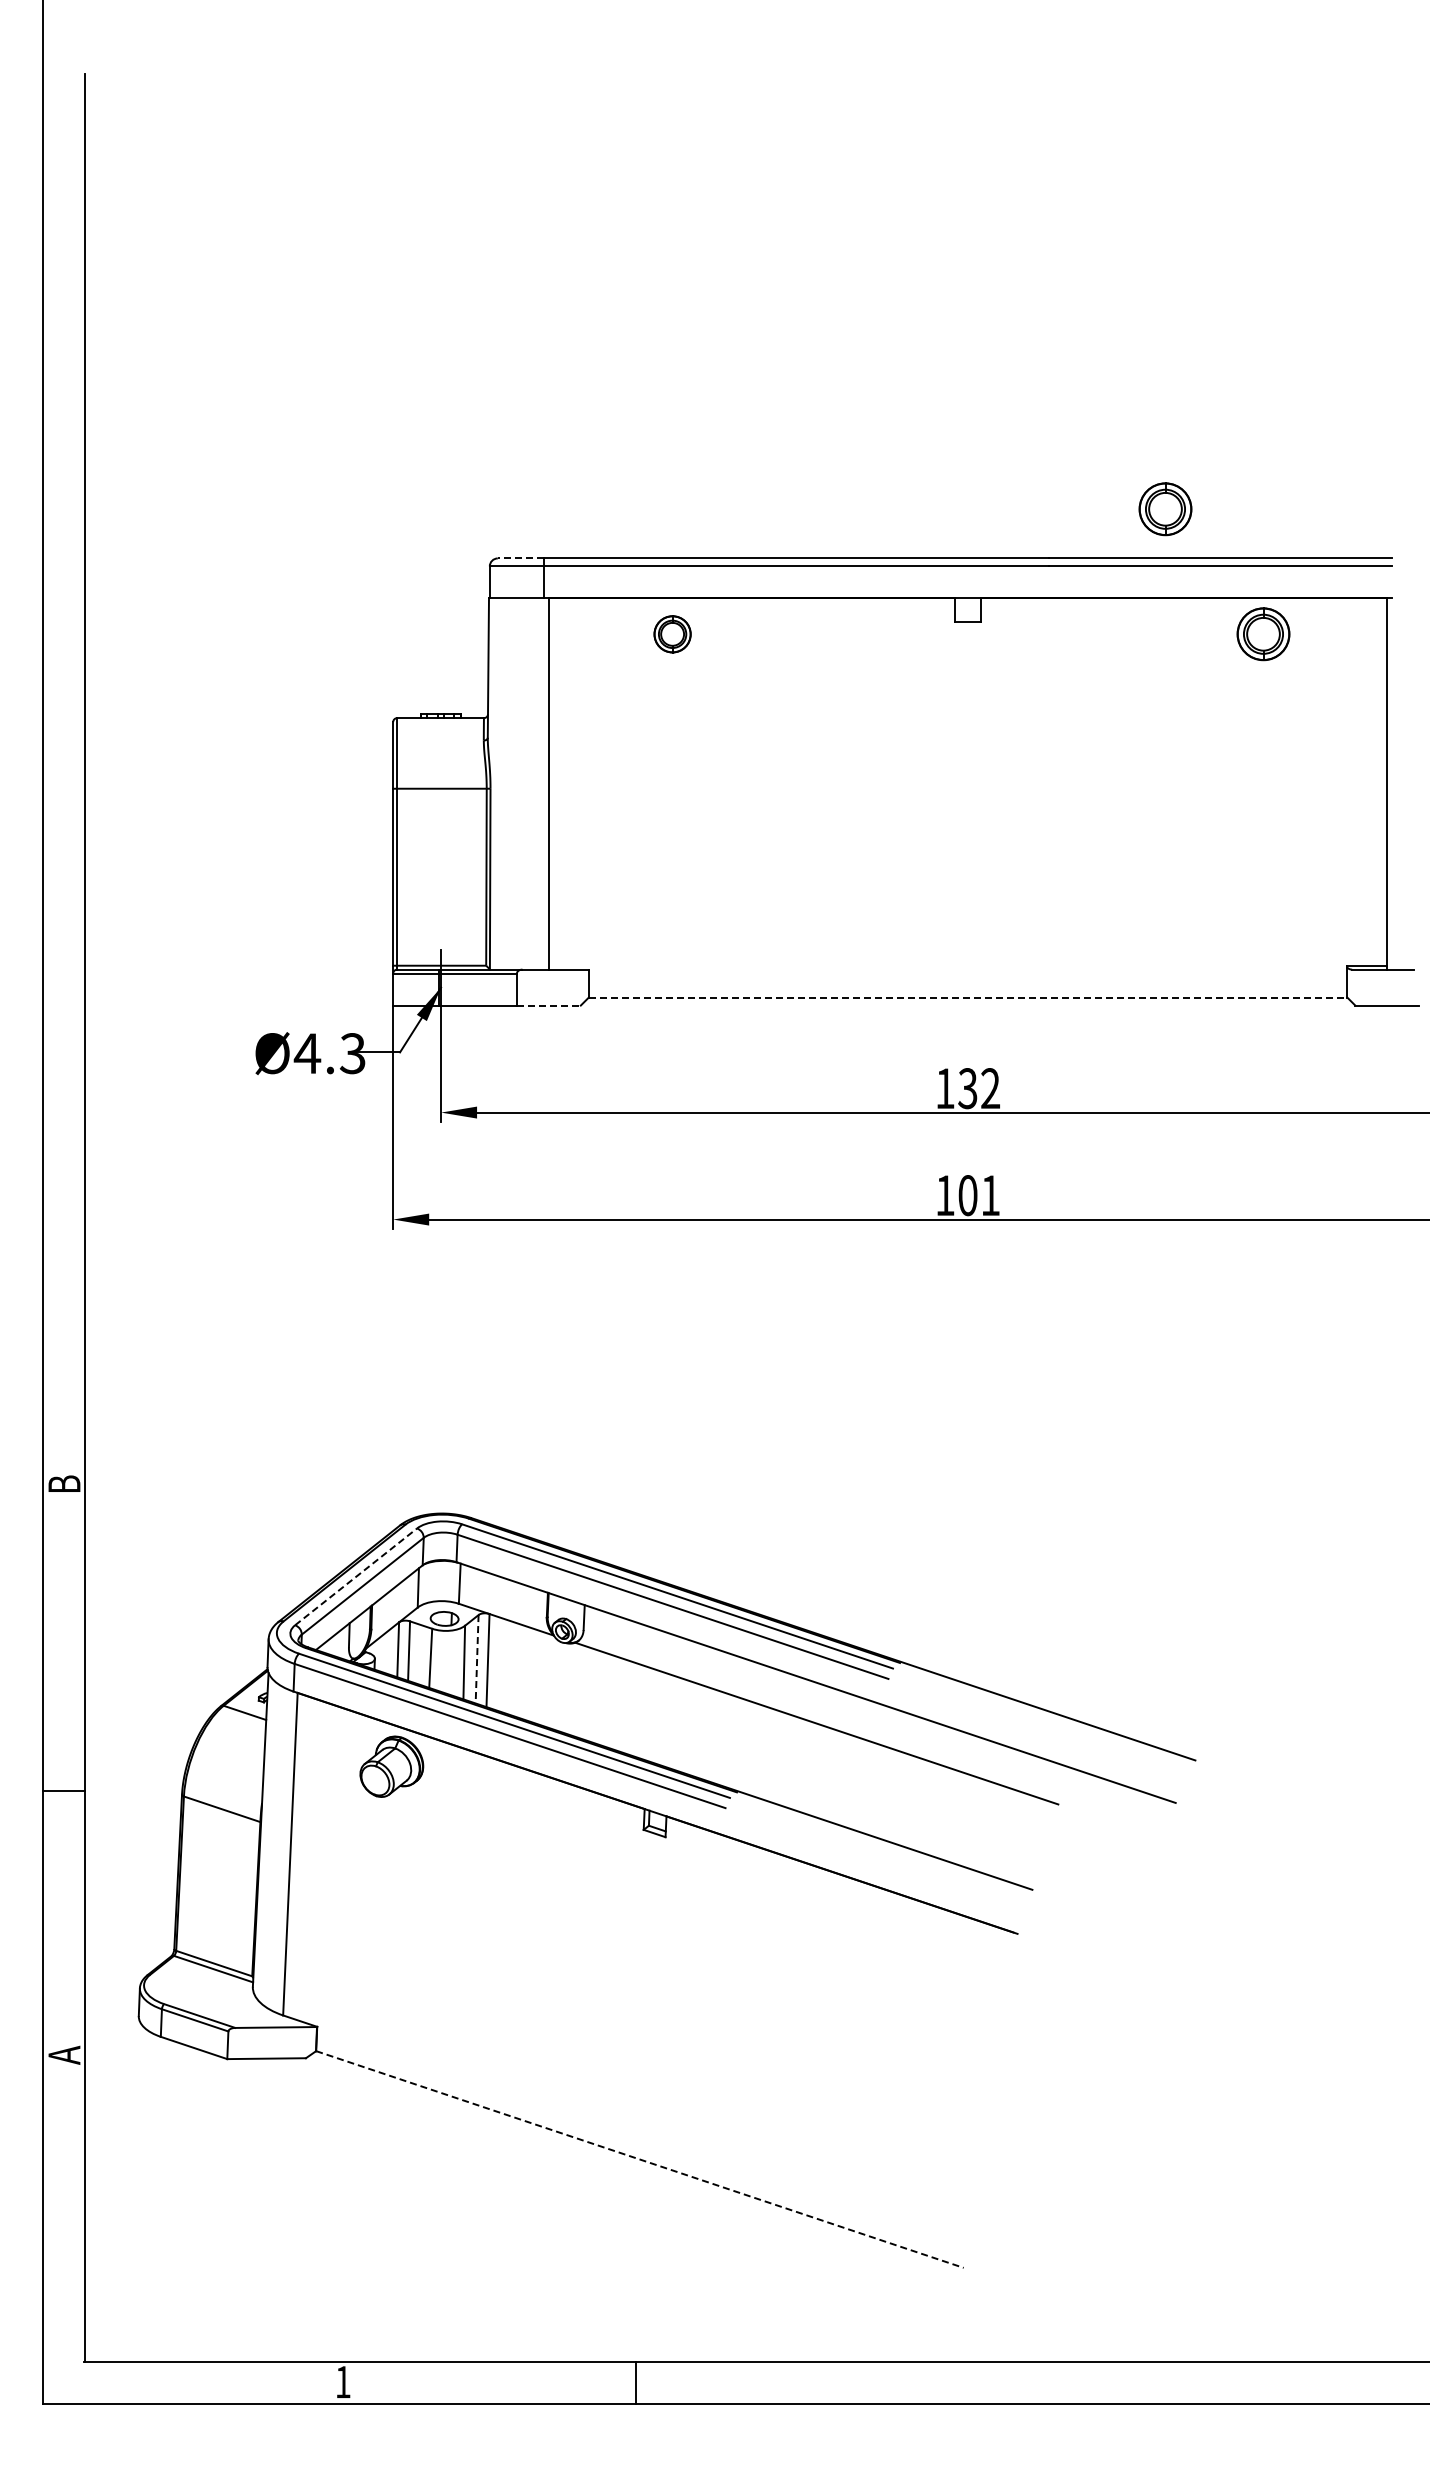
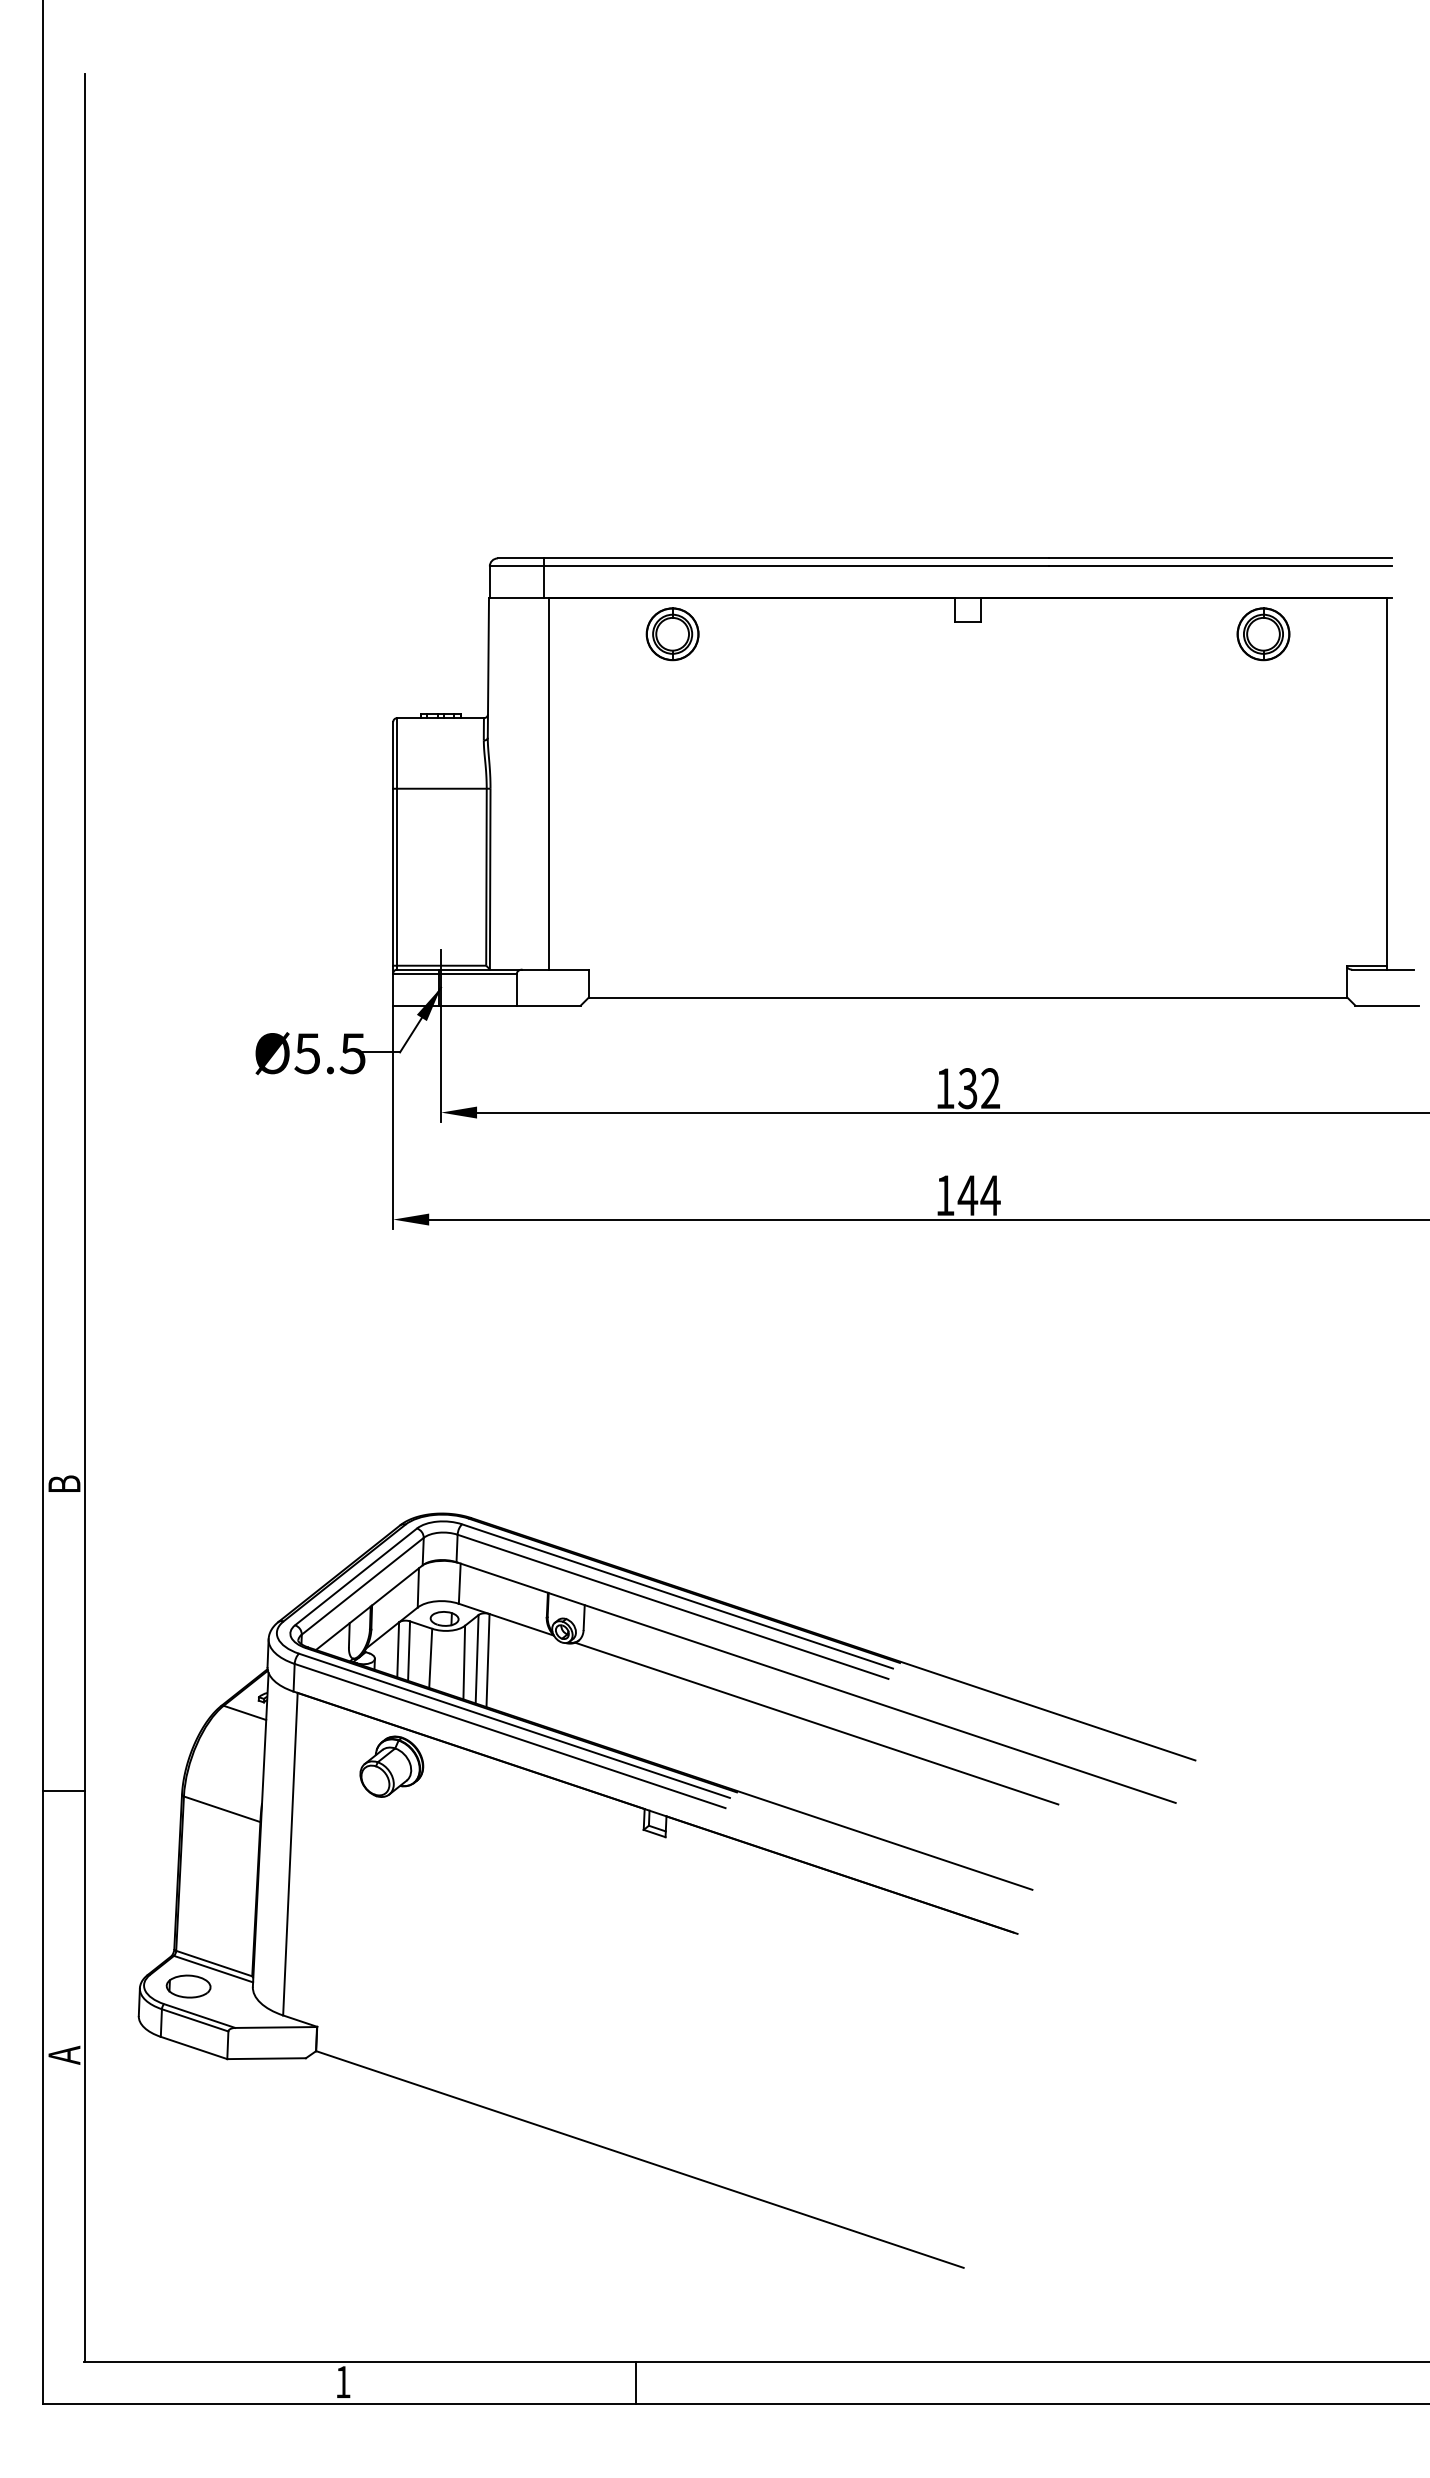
part at (1165, 509): present -> none
line at (520, 558): dashed -> solid
part at (672, 634) size: 39x39 px -> 55x55 px
line at (968, 997): dashed -> solid
line at (548, 1005): dashed -> solid
text at (329, 1053): Ø4.3 -> Ø5.5
text at (978, 1195): 101 -> 144
line at (356, 1576): dashed -> solid
line at (477, 1659): dashed -> solid
part at (188, 1986): none -> present
line at (640, 2159): dashed -> solid
